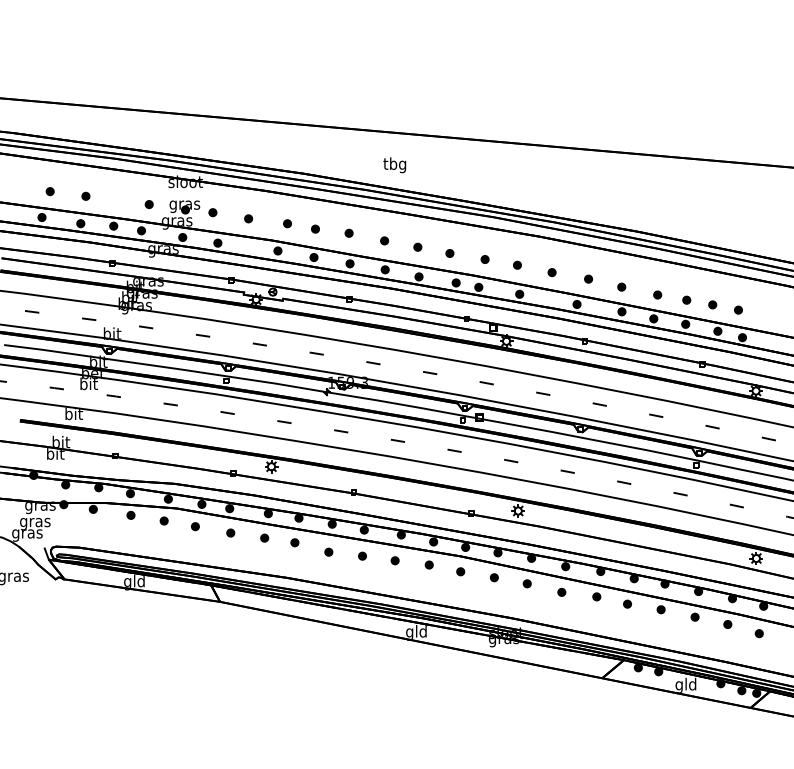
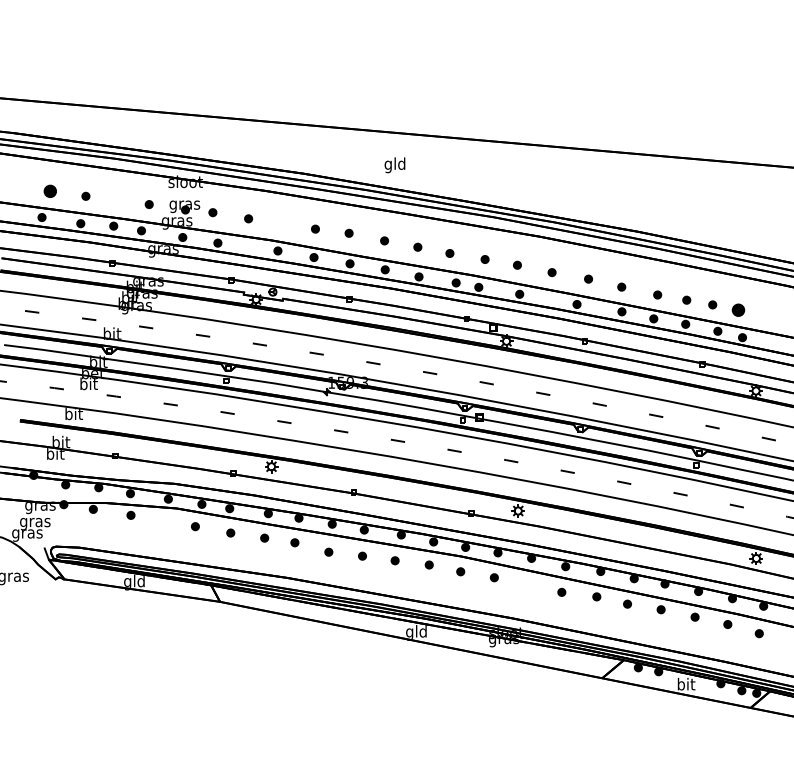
text at (394, 165): tbg -> gld
part at (49, 191) size: 10x10 px -> 14x14 px
part at (287, 223): present -> none
part at (738, 309) size: 9x10 px -> 15x14 px
part at (163, 520): present -> none
part at (526, 583): present -> none
text at (685, 684): gld -> bit
